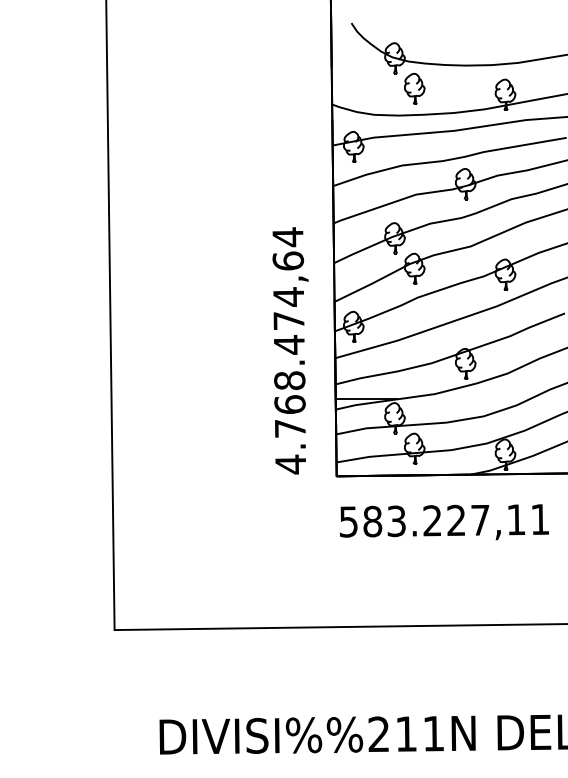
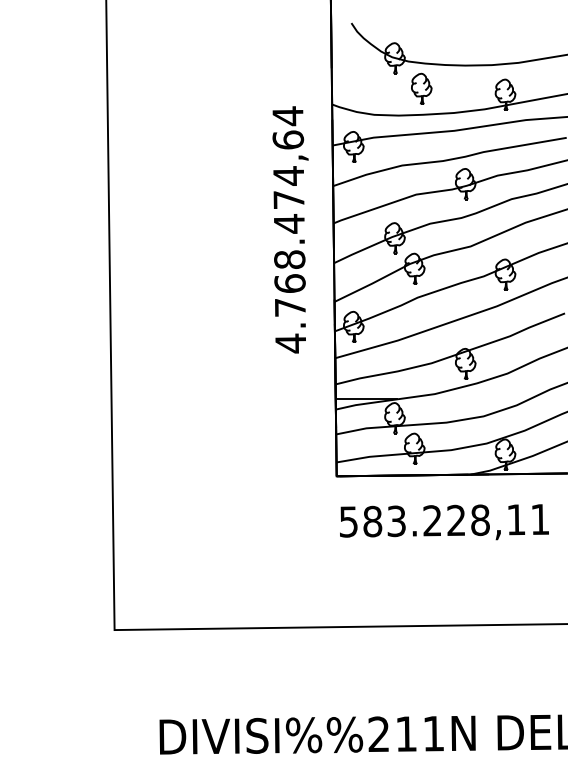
part at (414, 88) position: (414, 88) -> (421, 88)
text at (290, 350) position: (290, 350) -> (290, 229)
text at (480, 520): 583.227,11 -> 583.228,11
